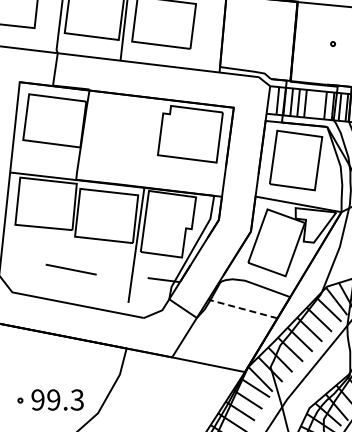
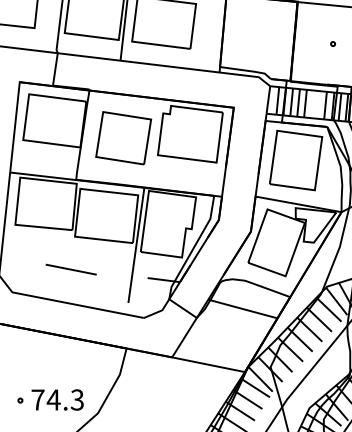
part at (123, 138): none -> present
line at (242, 309): dashed -> solid
text at (45, 399): 99.3 -> 74.3
